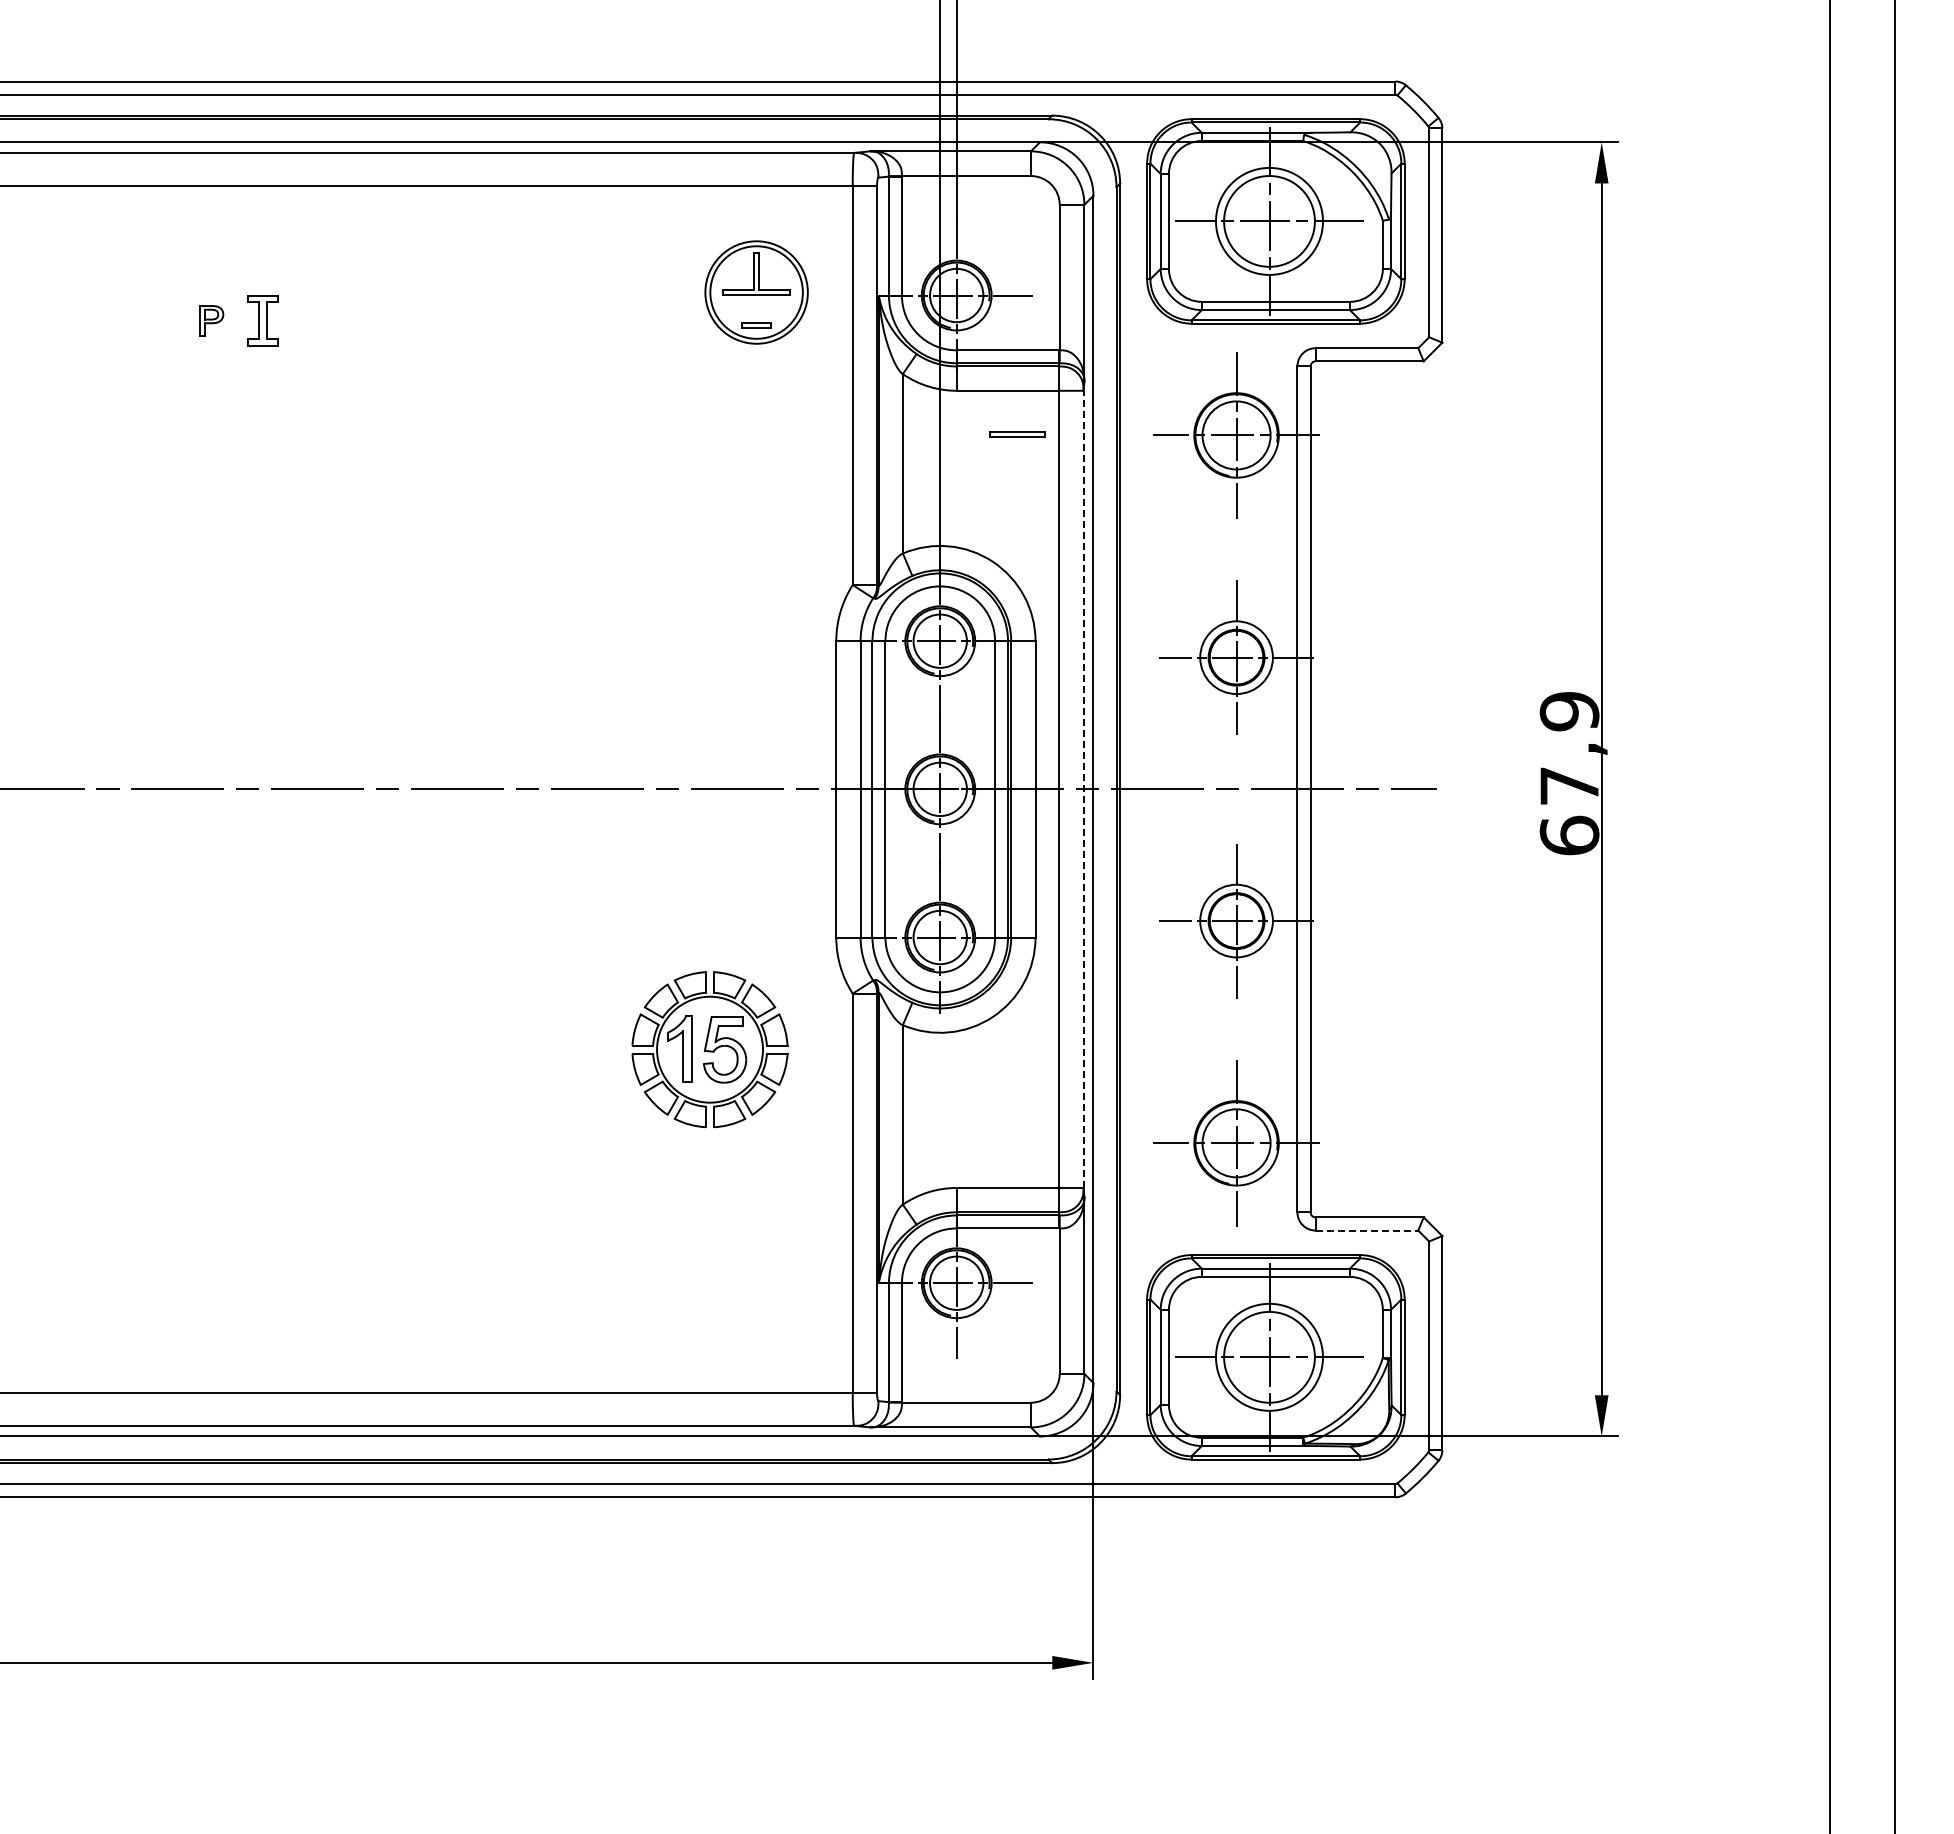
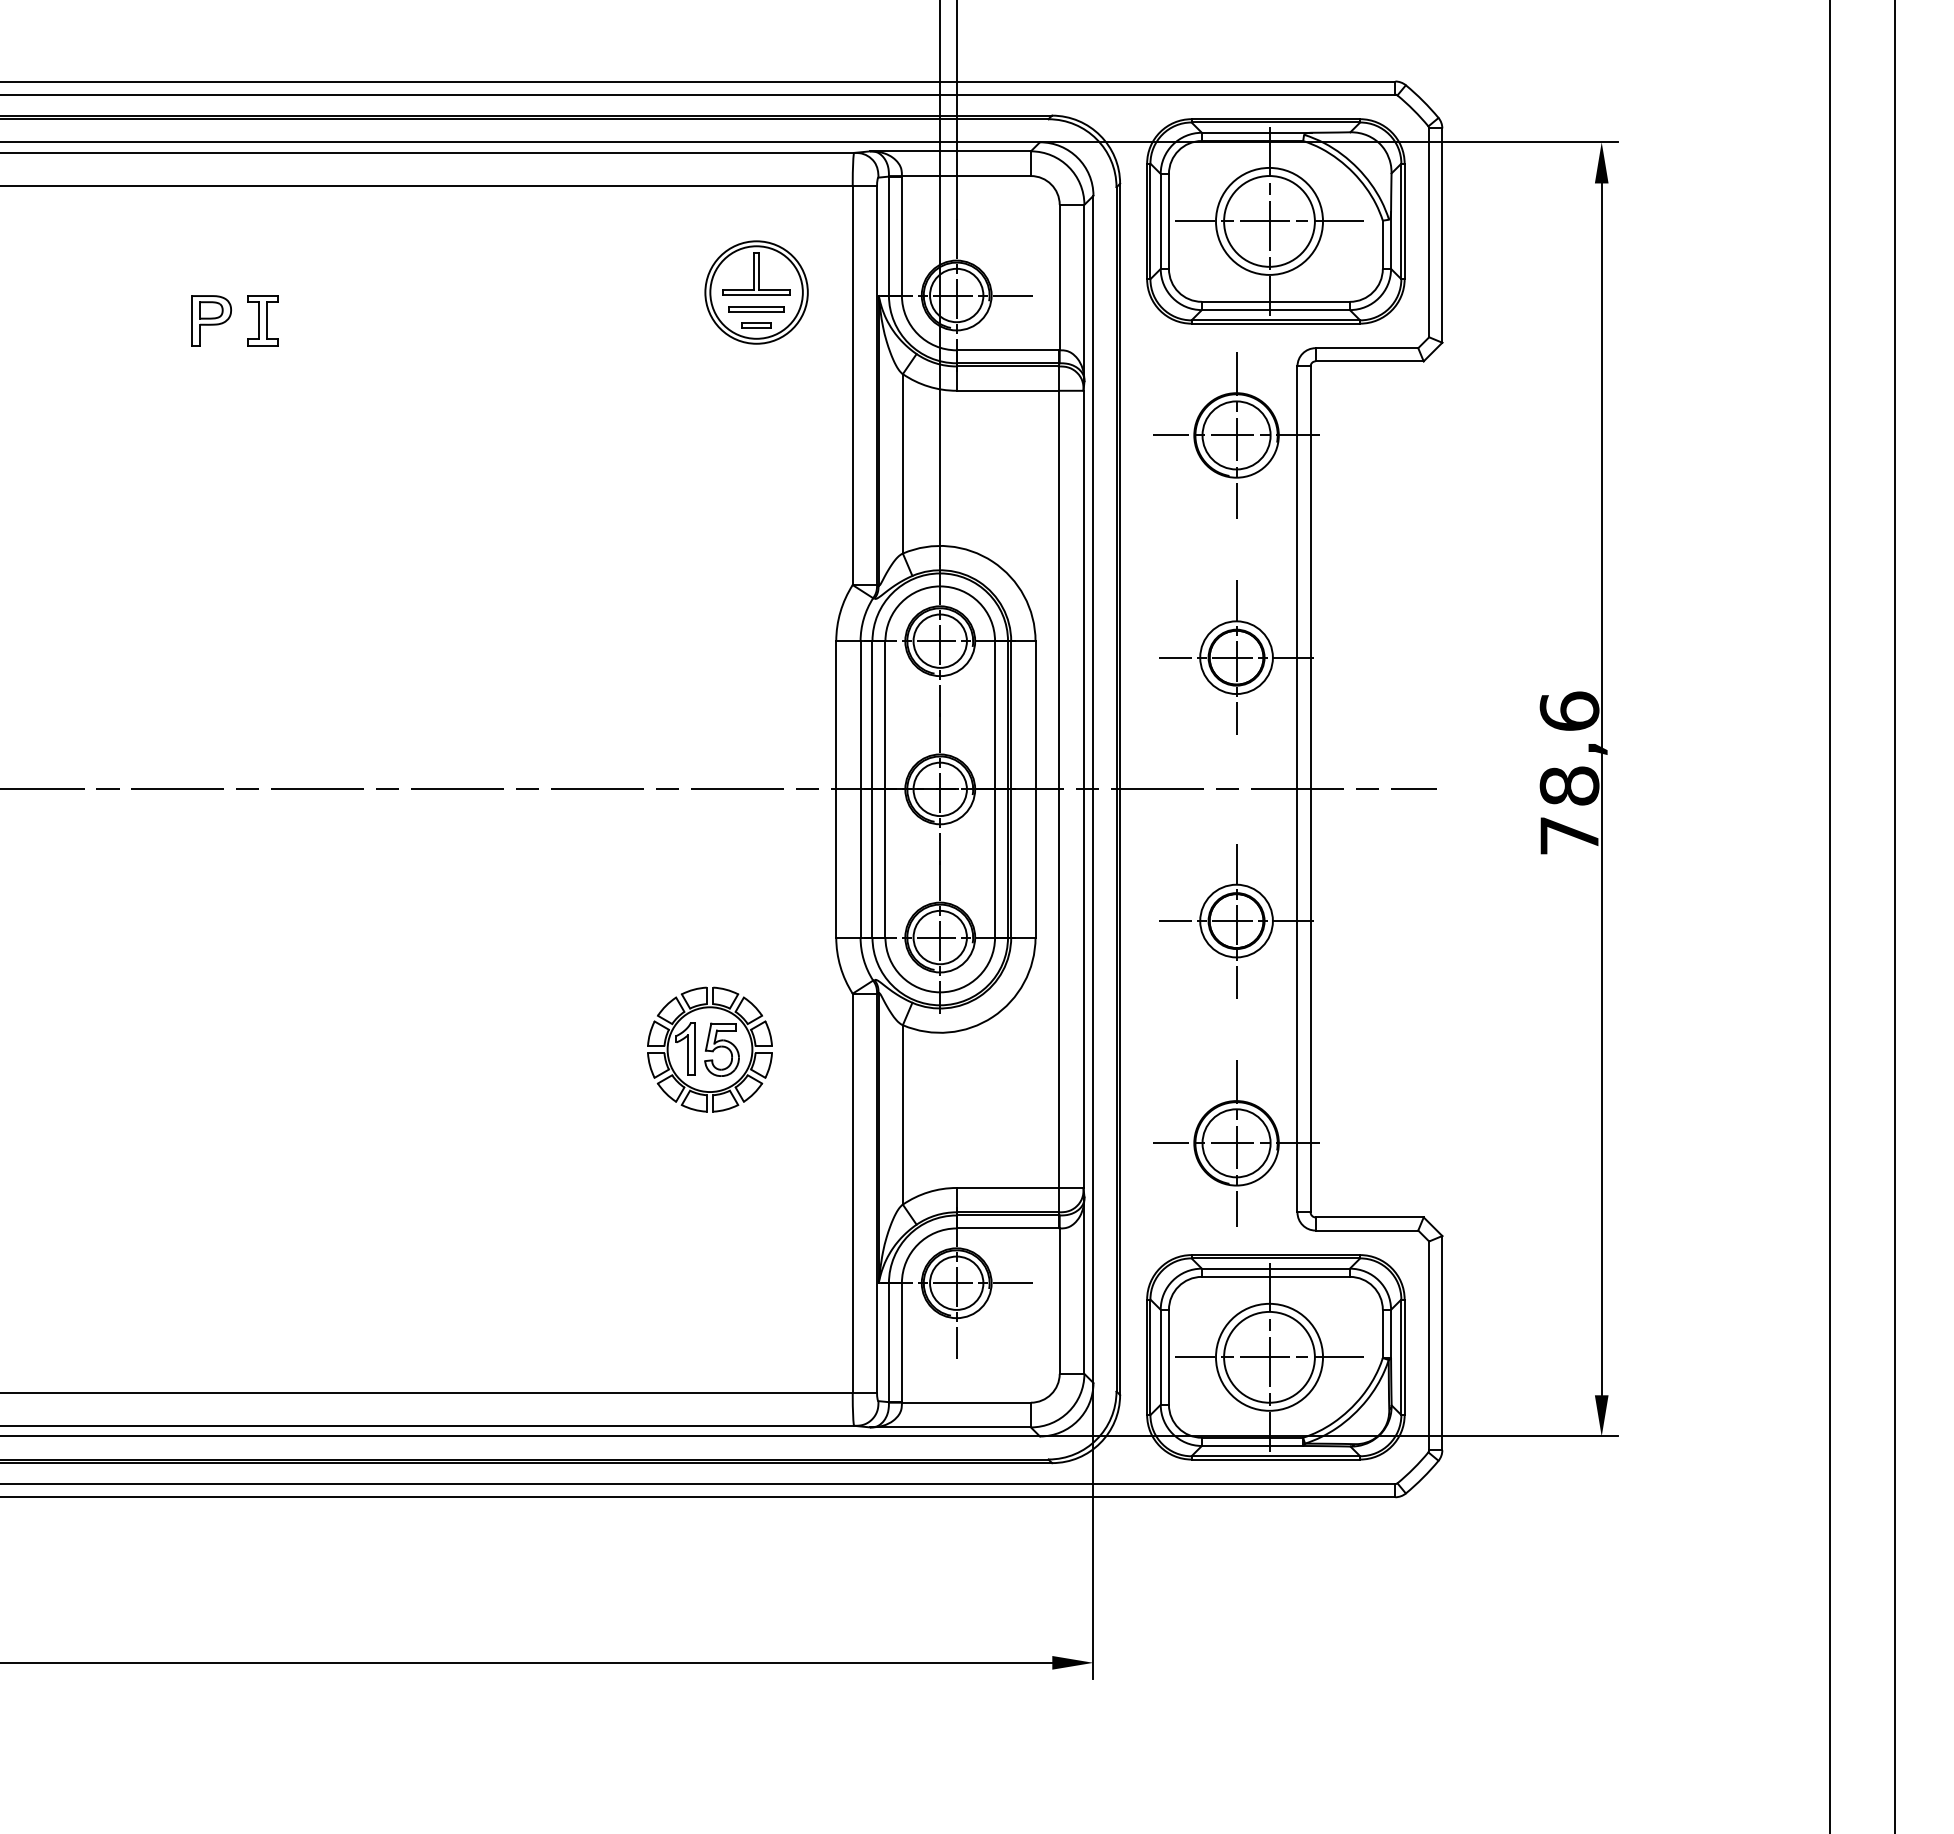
part at (211, 320) size: 26x32 px -> 41x52 px
part at (1017, 434) position: (1017, 434) -> (756, 309)
text at (1569, 773): 67,9 -> 78,6
line at (1083, 789): dashed -> solid
part at (709, 1049) size: 158x158 px -> 126x127 px
line at (1367, 1230): dashed -> solid
